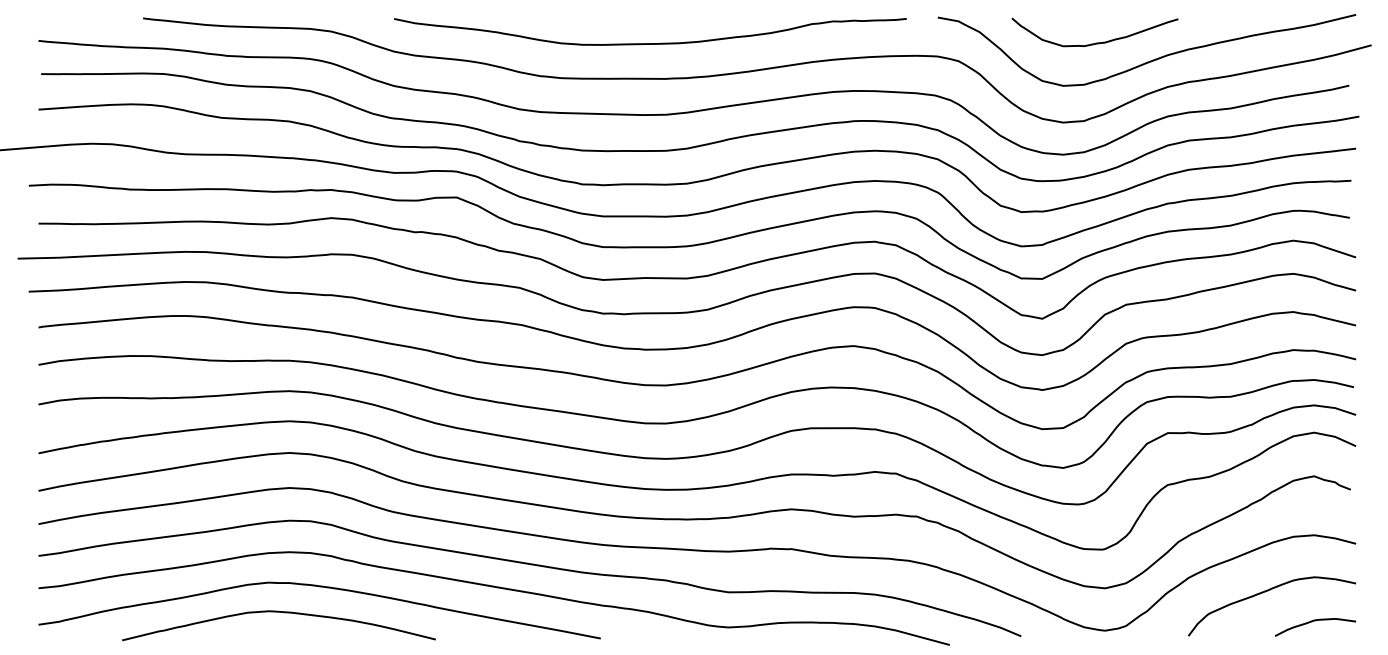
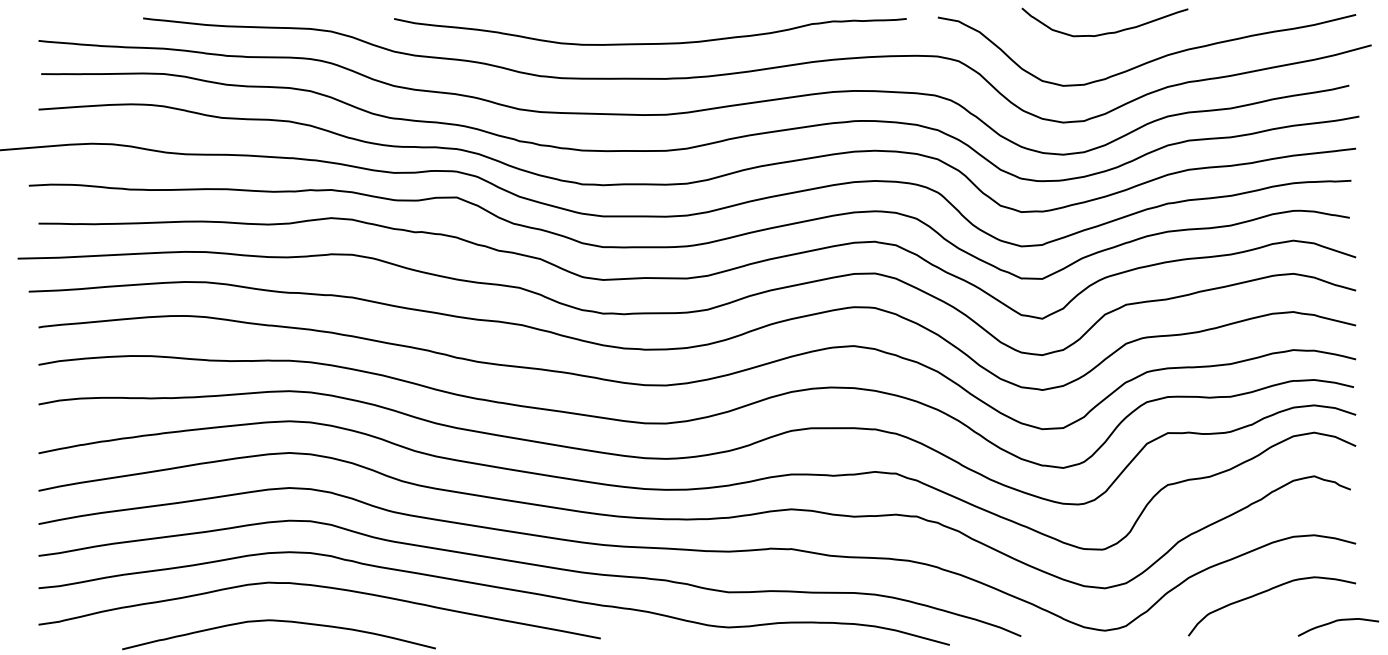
curve at (1095, 42) position: (1095, 42) -> (1105, 32)
curve at (278, 612) position: (278, 612) -> (278, 621)
curve at (1312, 622) position: (1312, 622) -> (1335, 622)
